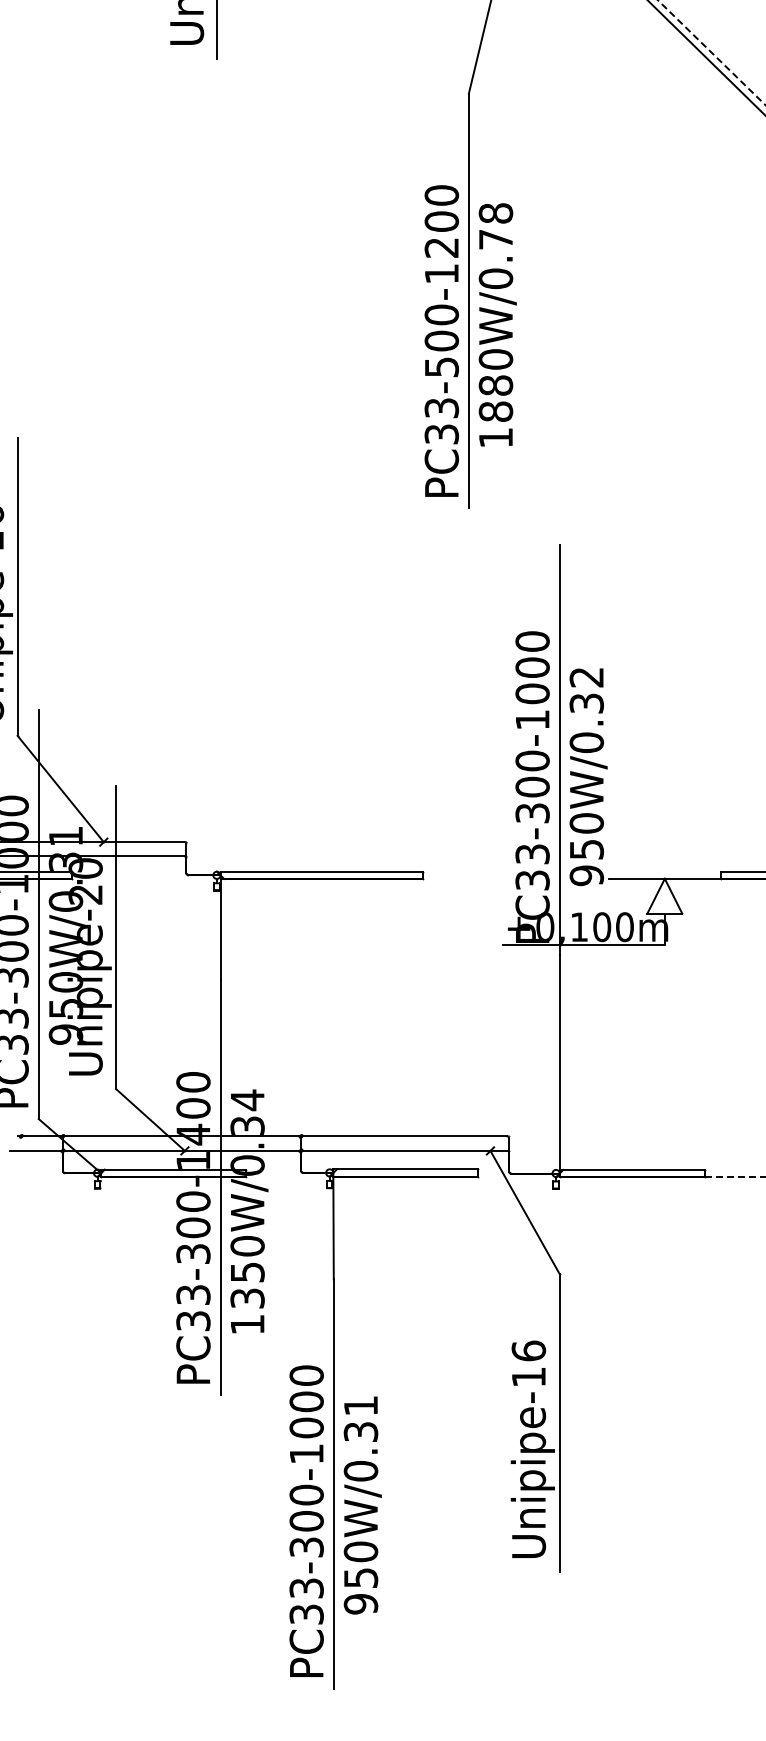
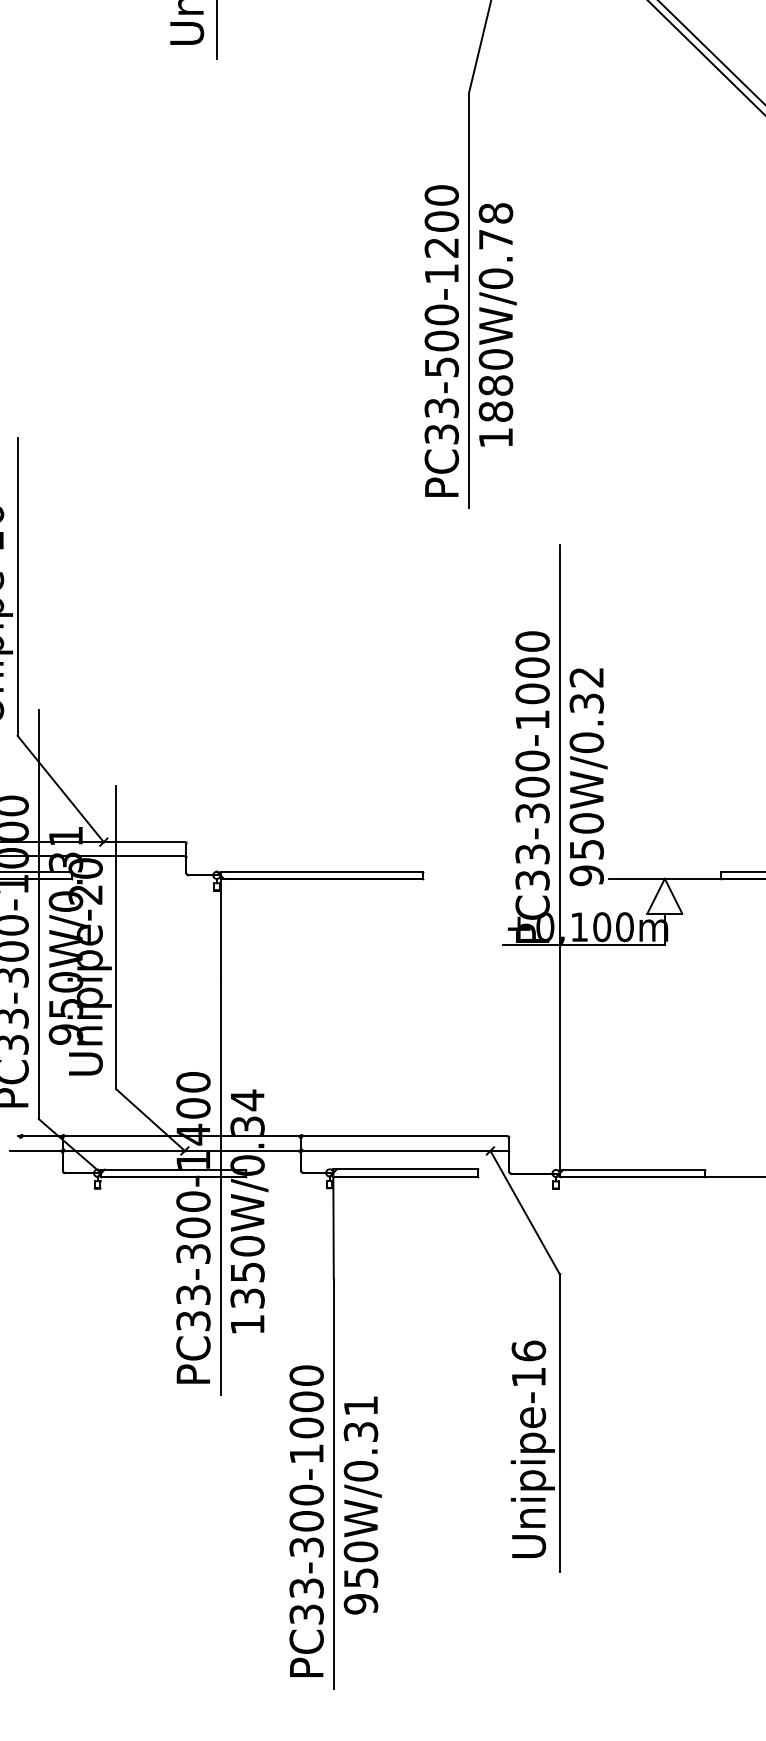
line at (711, 52): dashed -> solid
line at (735, 1177): dashed -> solid
